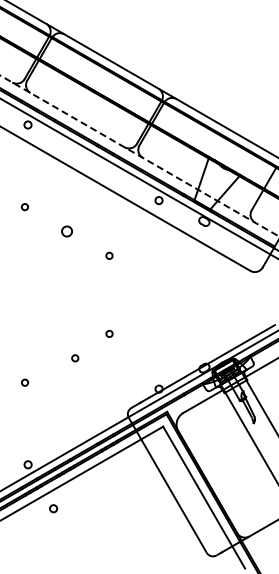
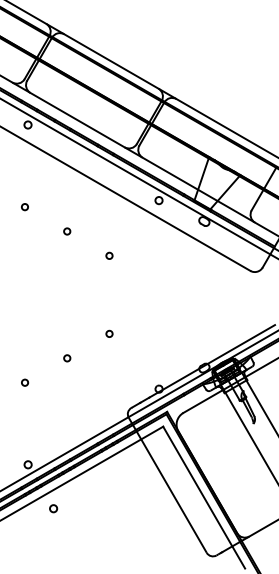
line at (140, 156): dashed -> solid
circle at (66, 231) size: 12x13 px -> 9x9 px
circle at (75, 358) position: (75, 358) -> (67, 358)
